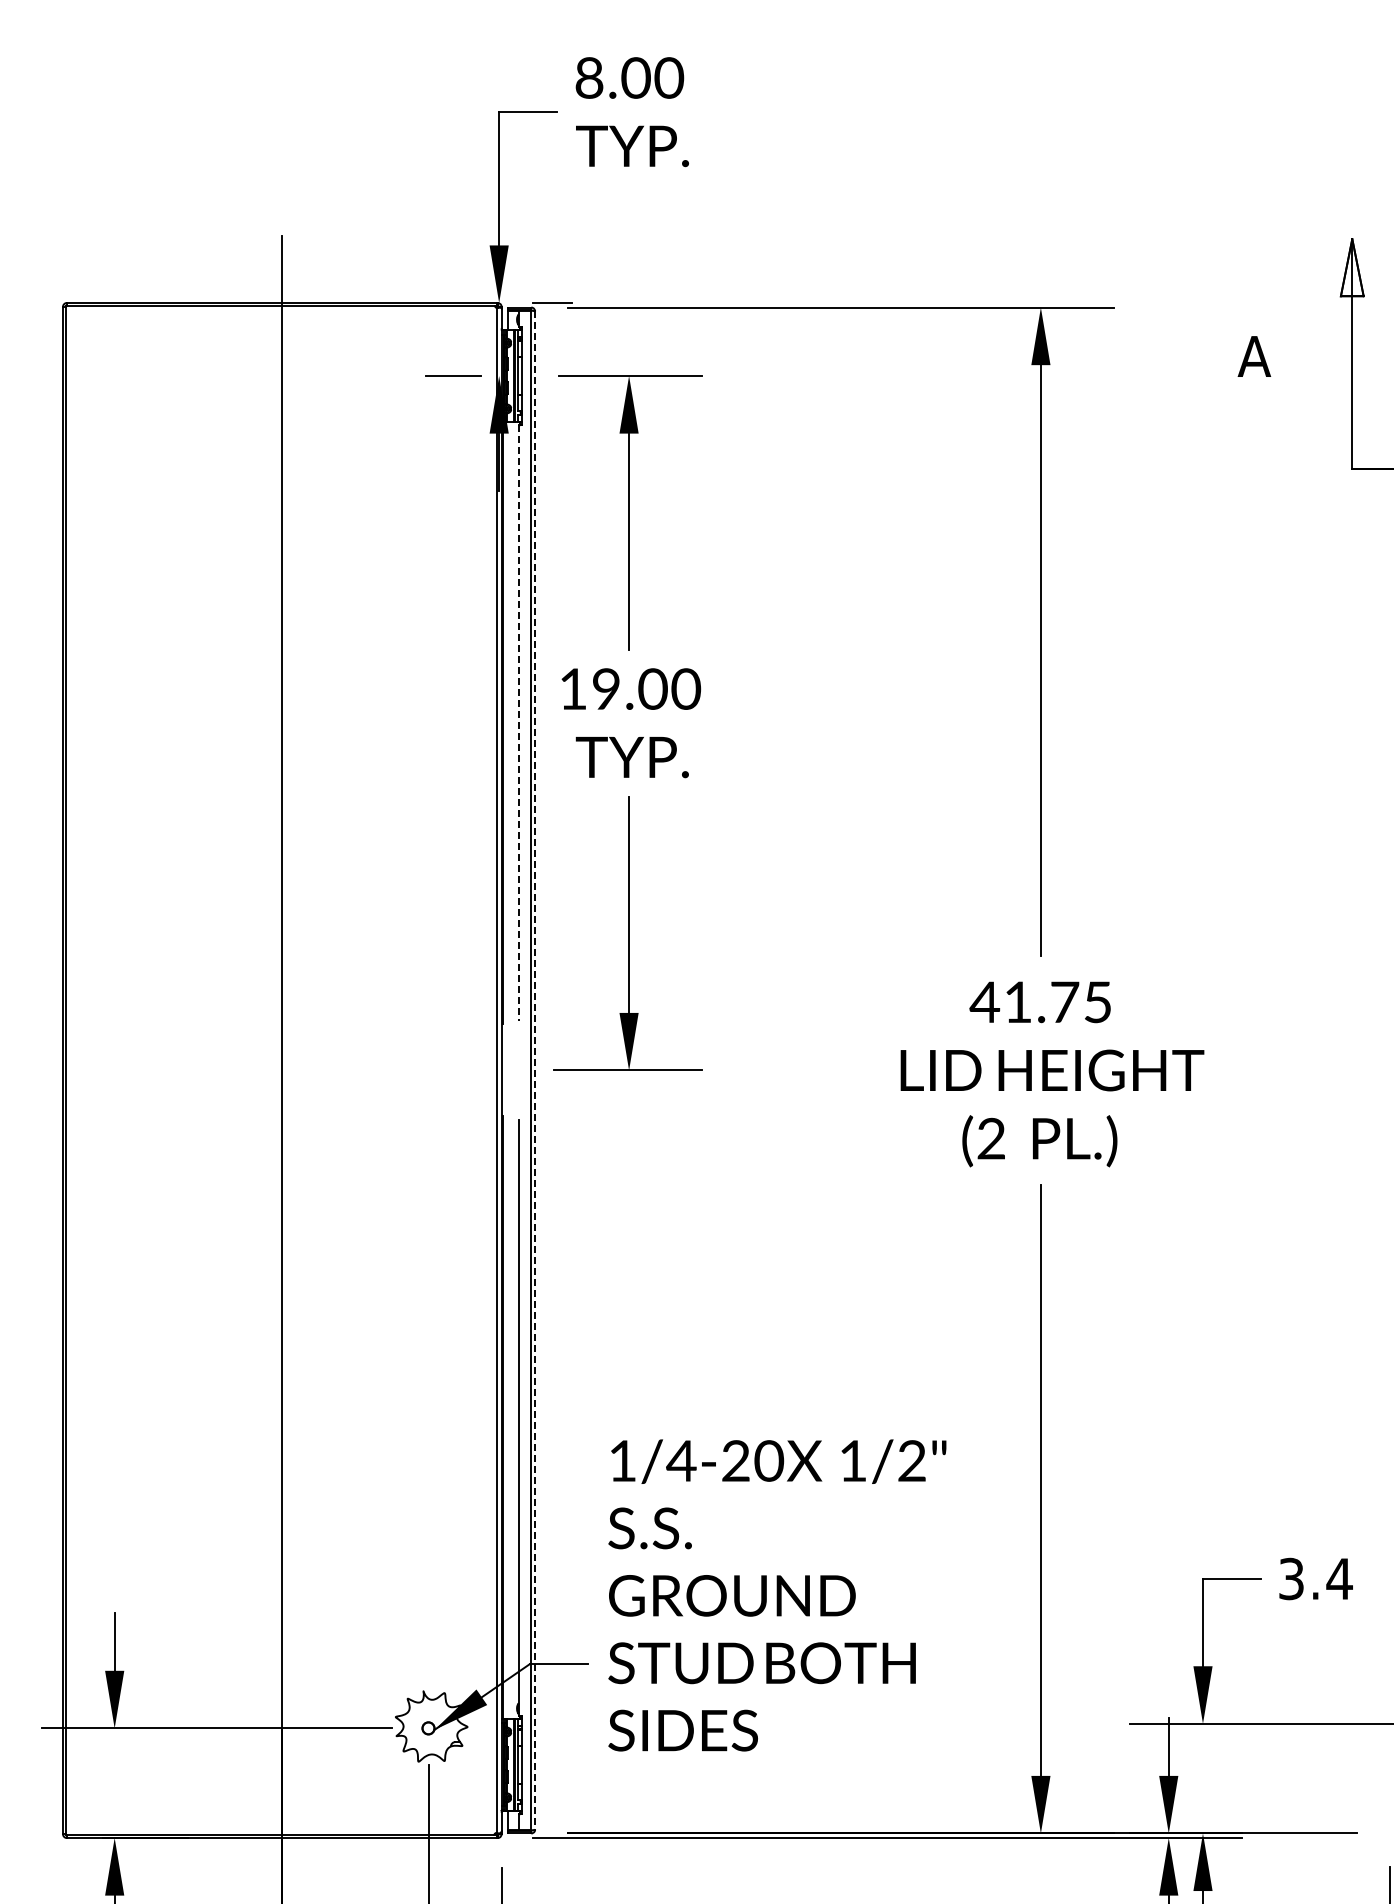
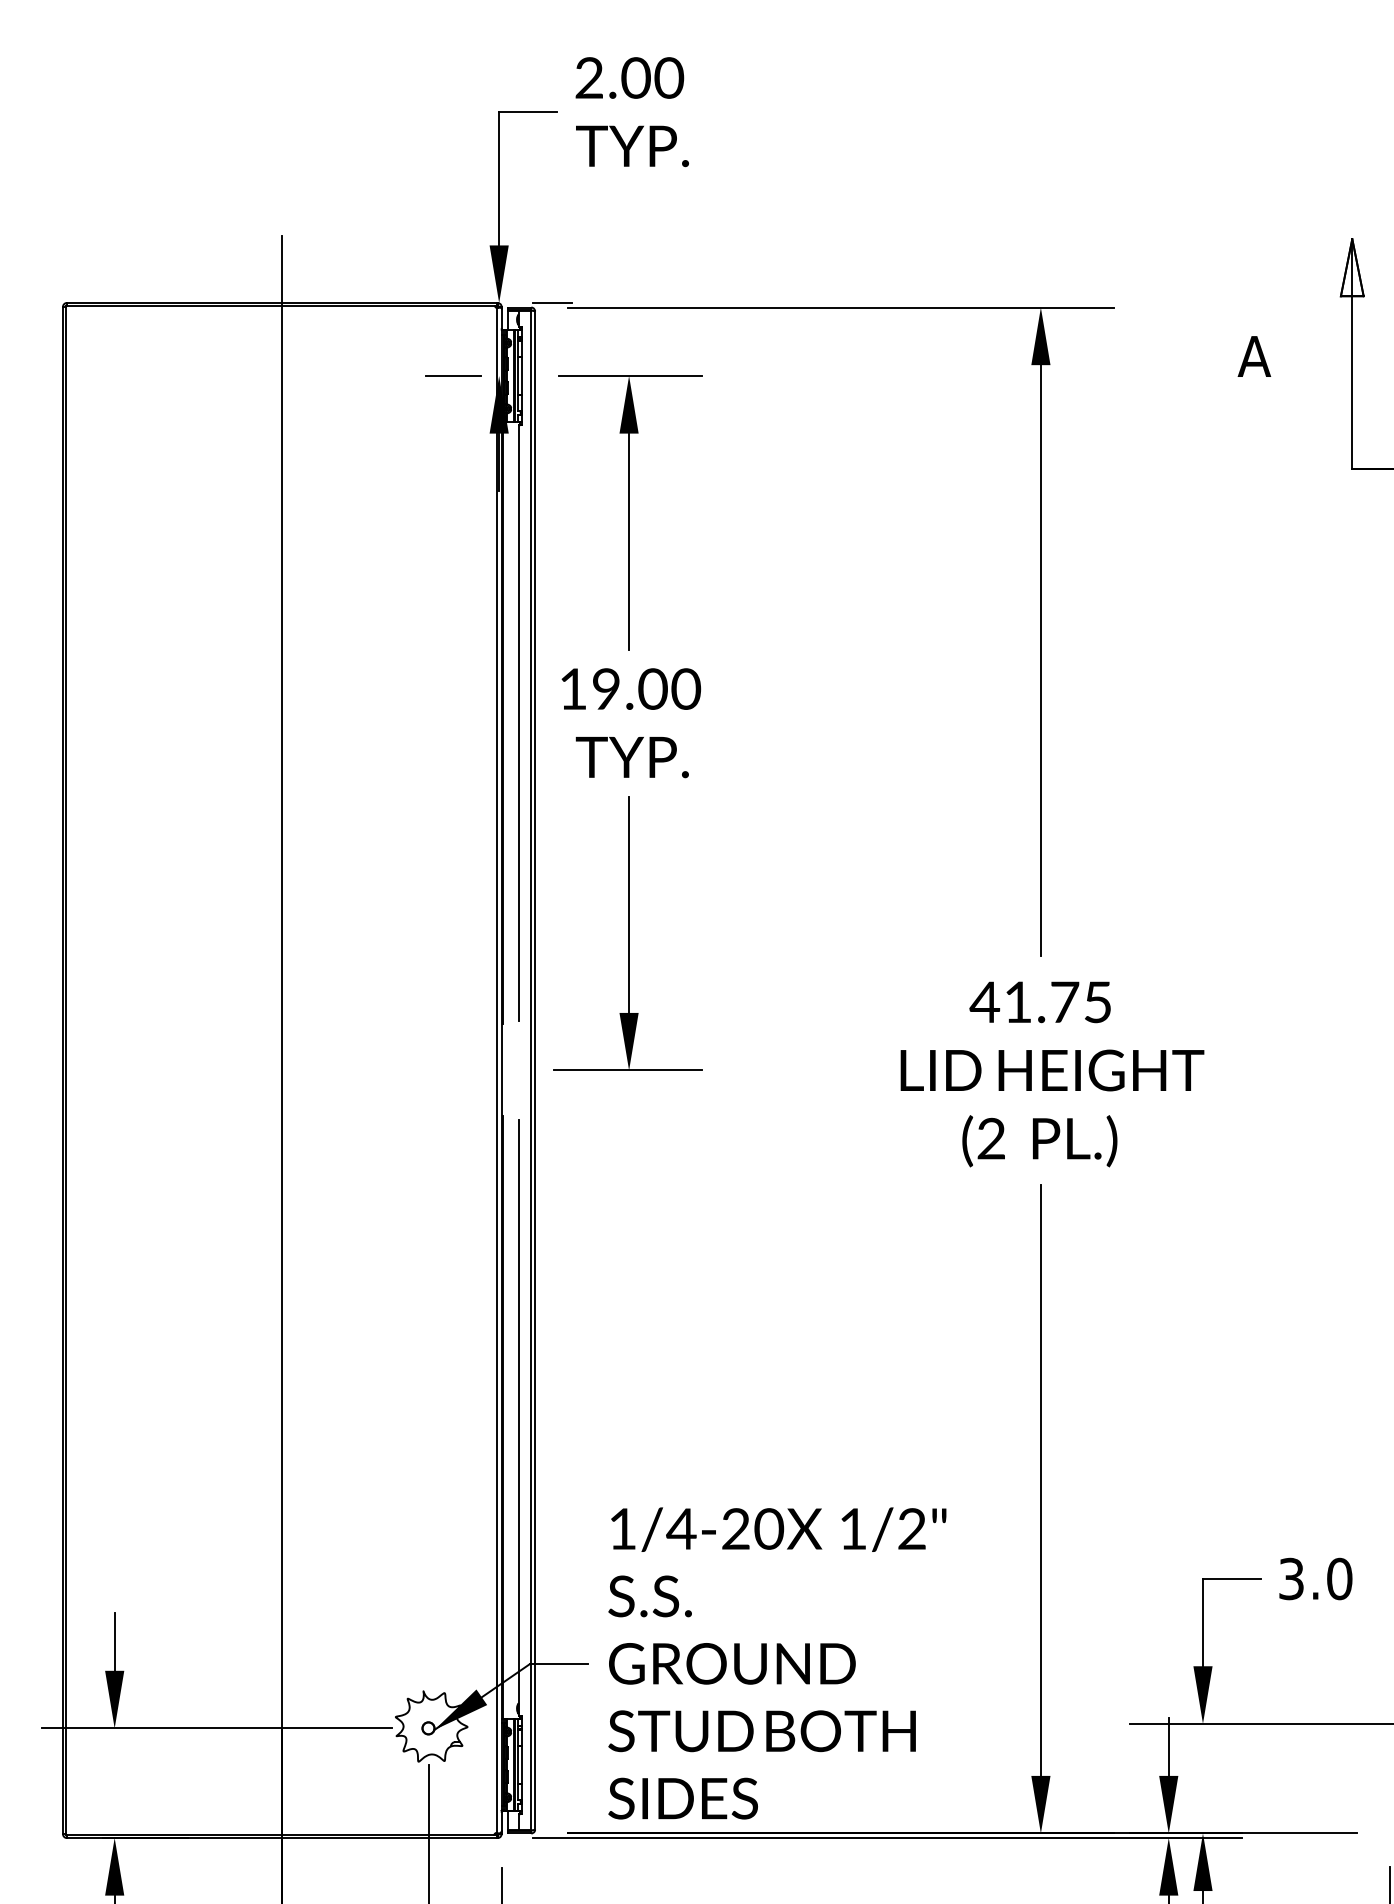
text at (589, 78): 8.00 -> 2.00
line at (518, 723): dashed -> solid
line at (535, 1071): dashed -> solid
text at (1339, 1578): 3.4 -> 3.0
text at (777, 1595) position: (777, 1595) -> (777, 1663)
